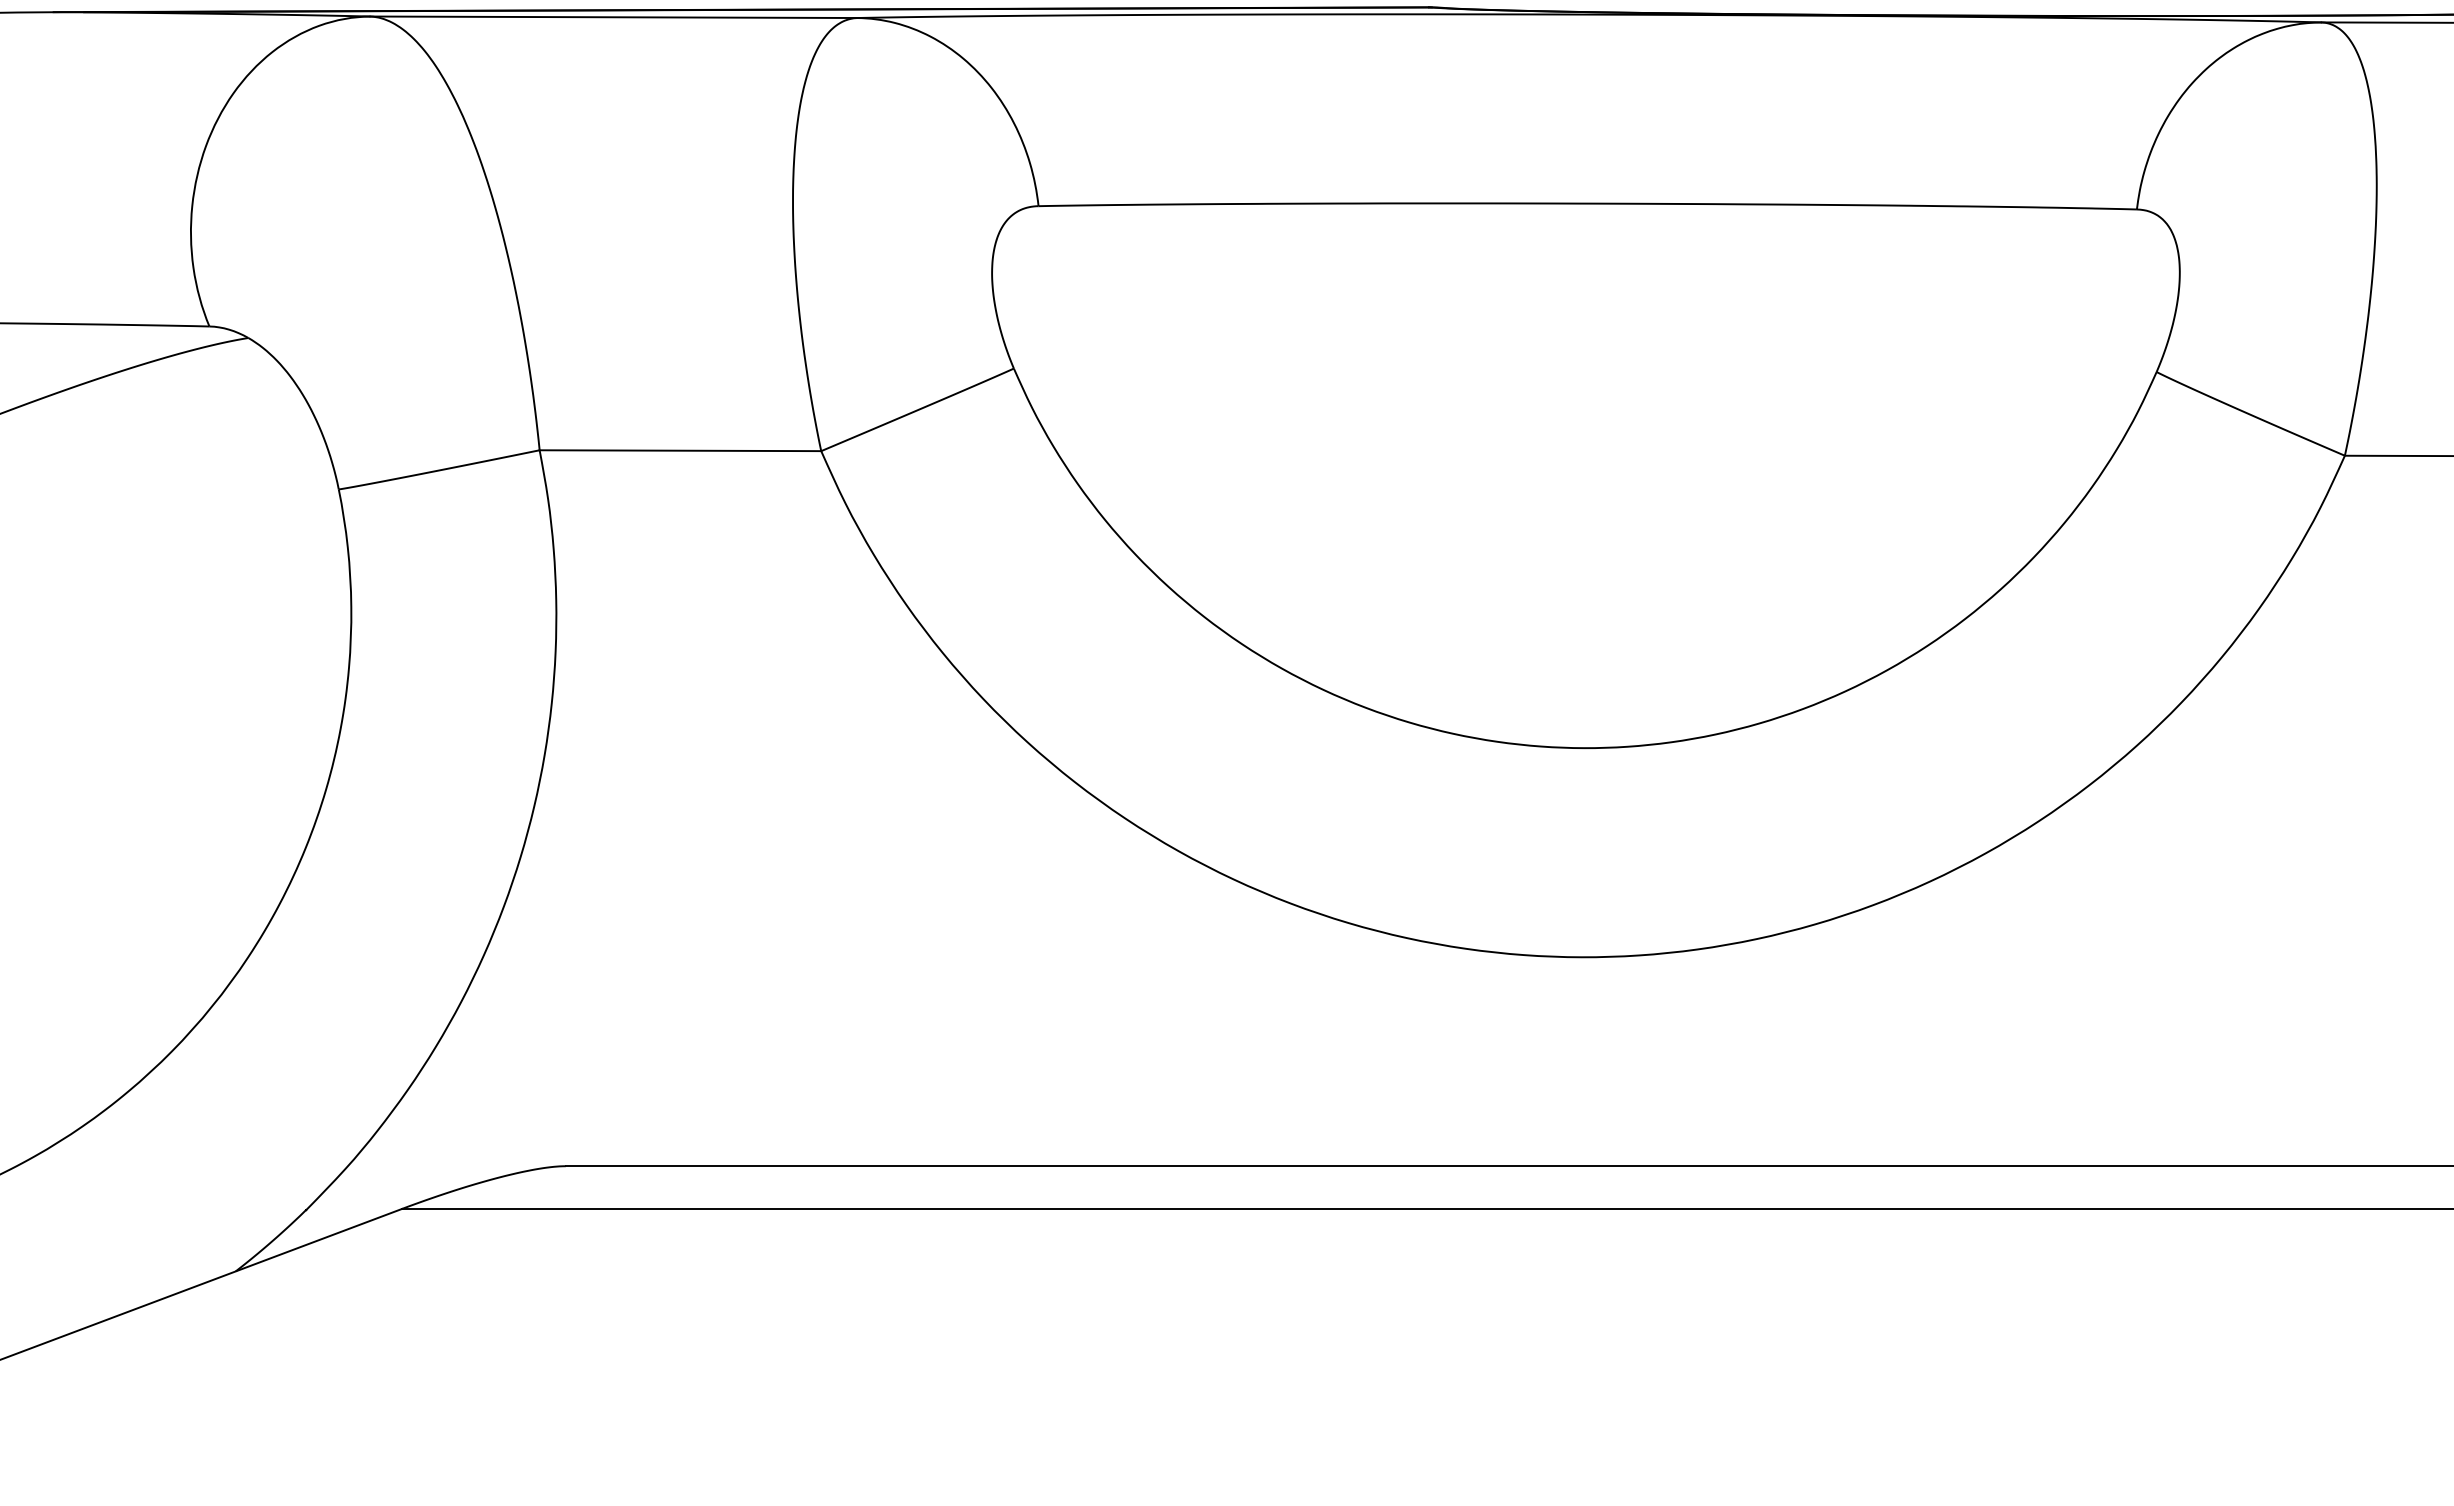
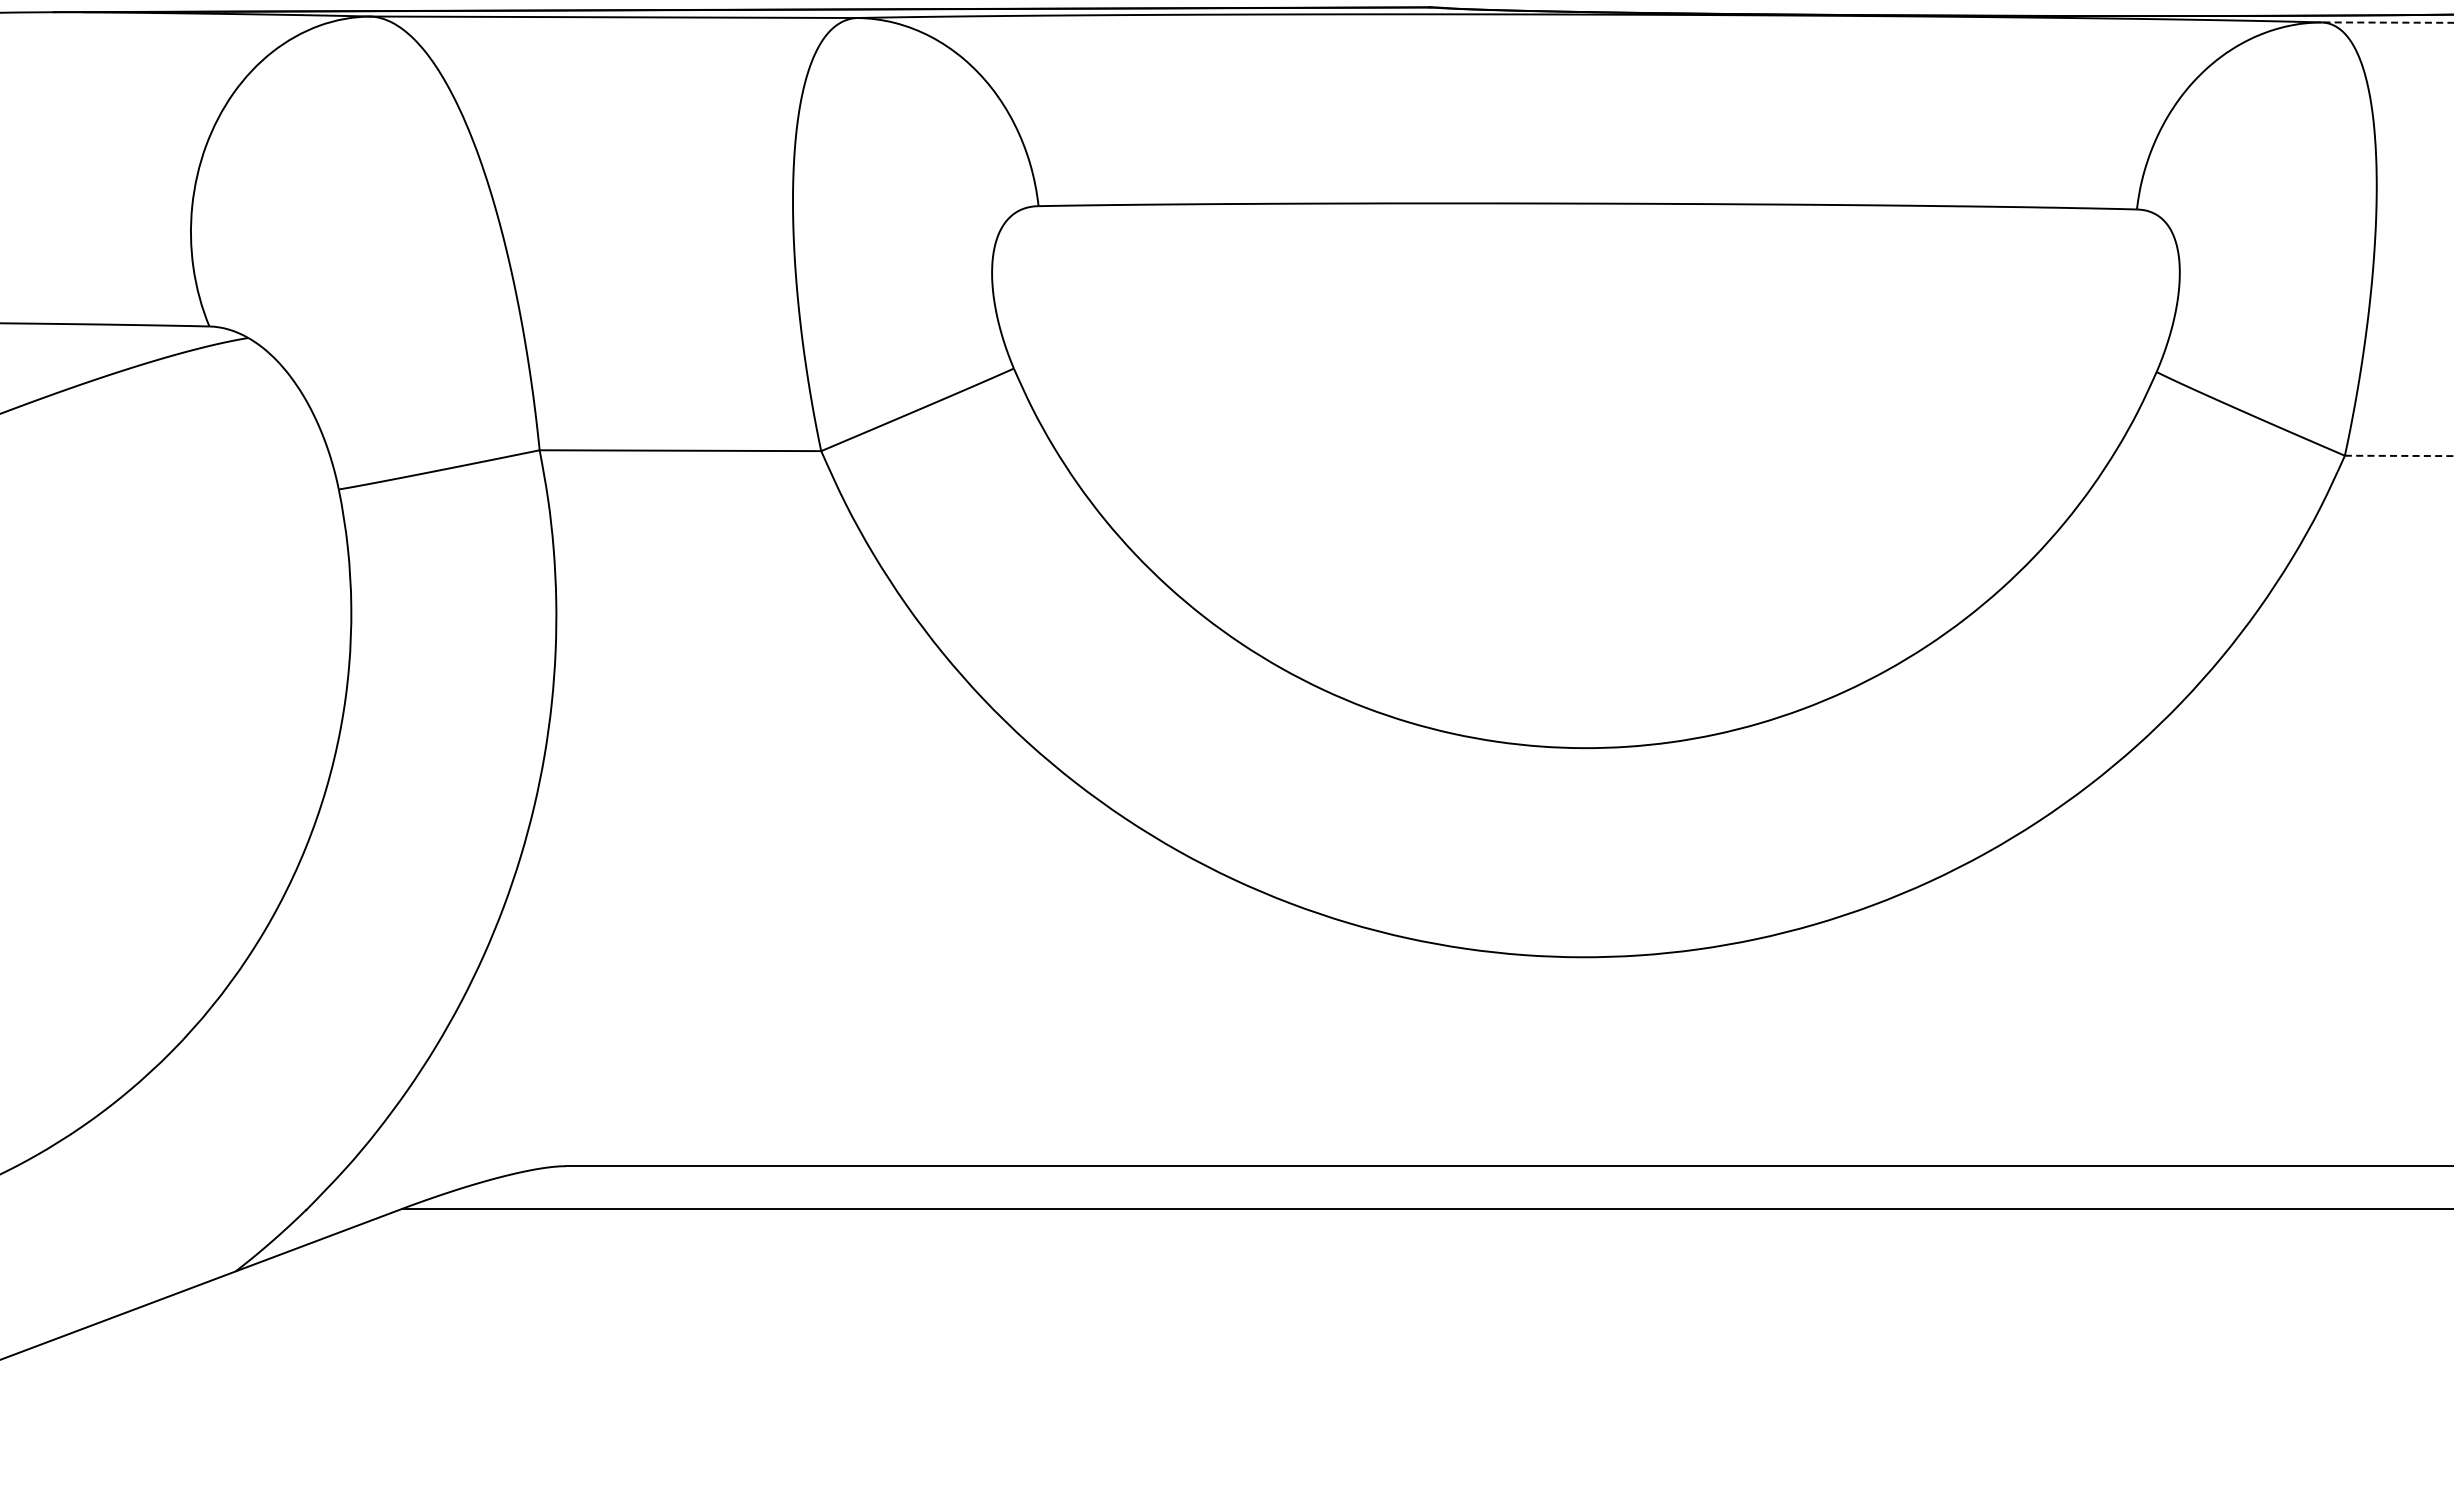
line at (2387, 22): solid -> dashed
line at (2399, 455): solid -> dashed
